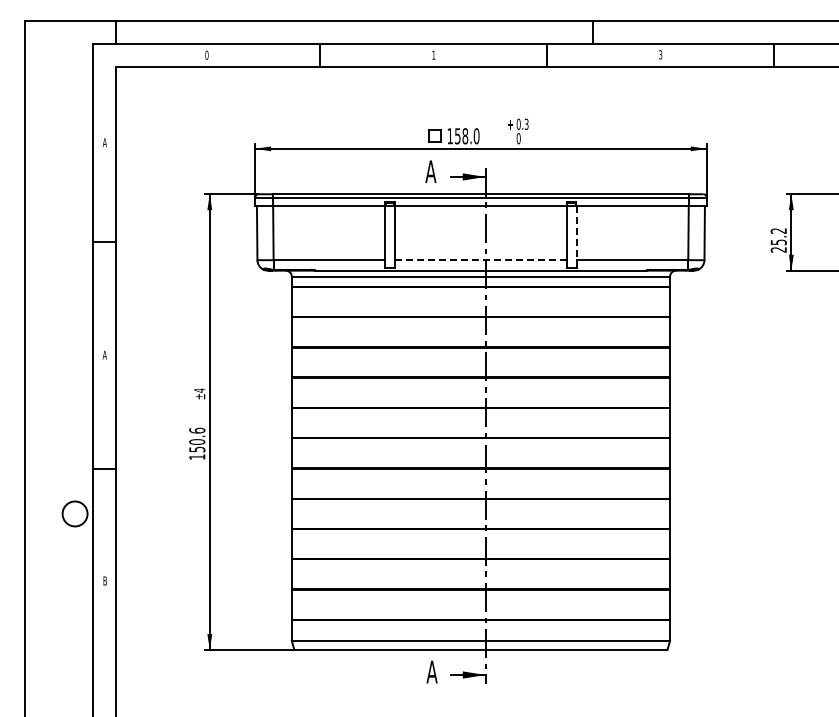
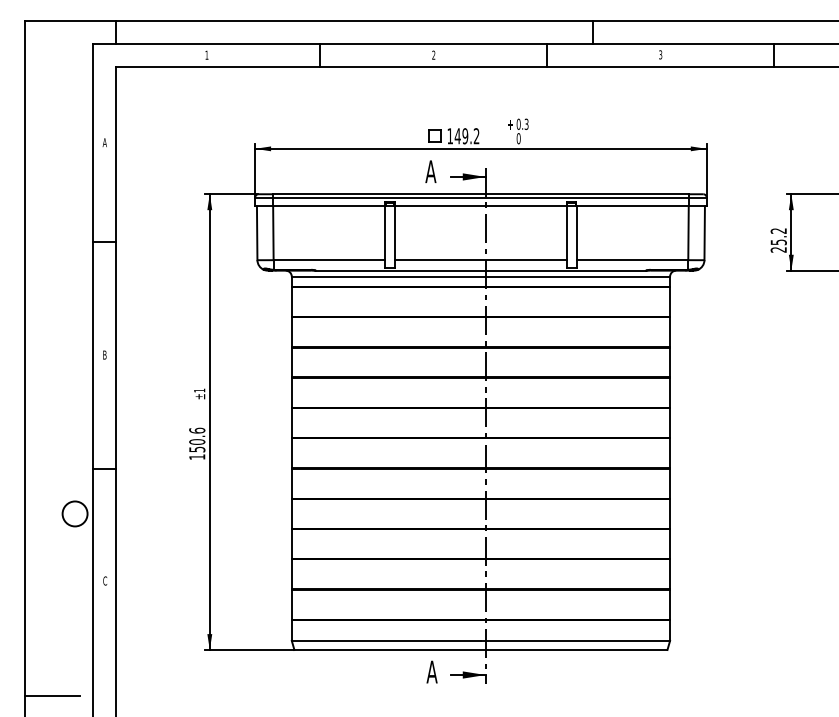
text at (433, 54): 1 -> 2
text at (206, 55): 0 -> 1
text at (466, 136): 158.0 -> 149.2
line at (577, 233): dashed -> solid
line at (480, 260): dashed -> solid
text at (104, 354): A -> B
text at (199, 390): ±4 -> ±1
text at (105, 580): B -> C
line at (52, 695): none -> present
